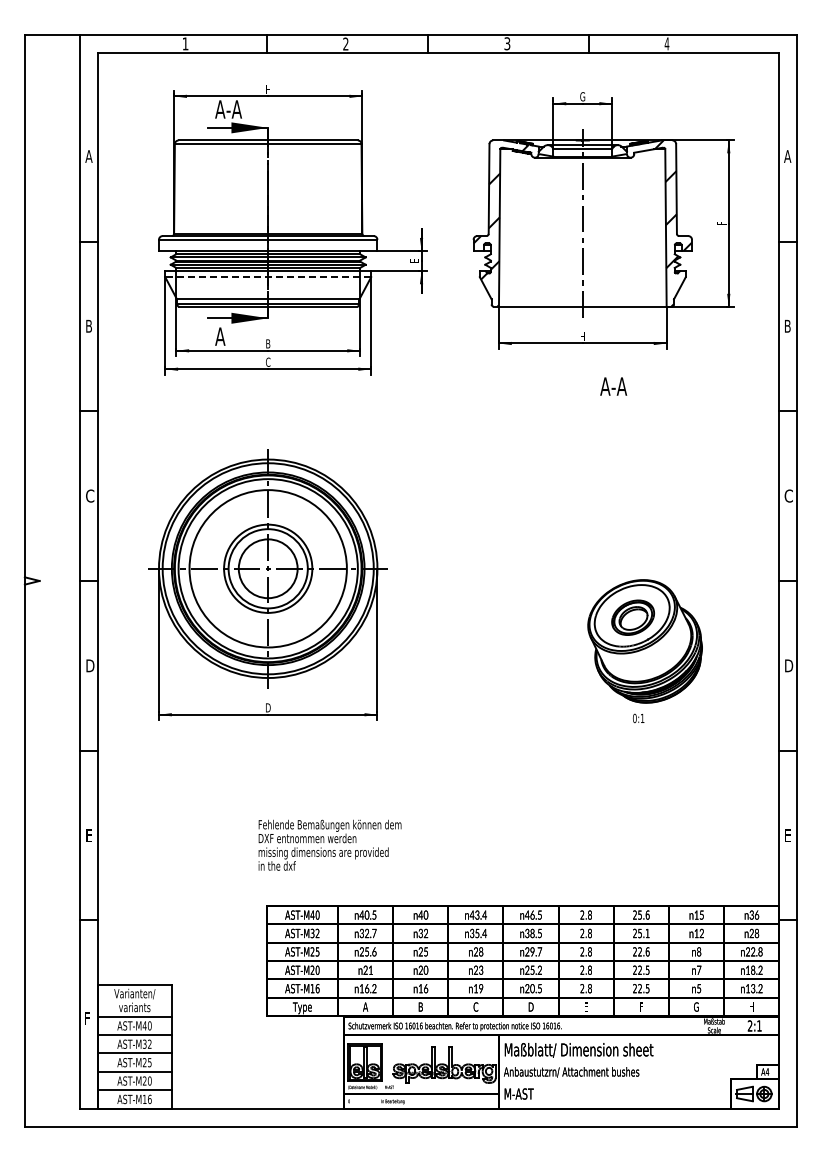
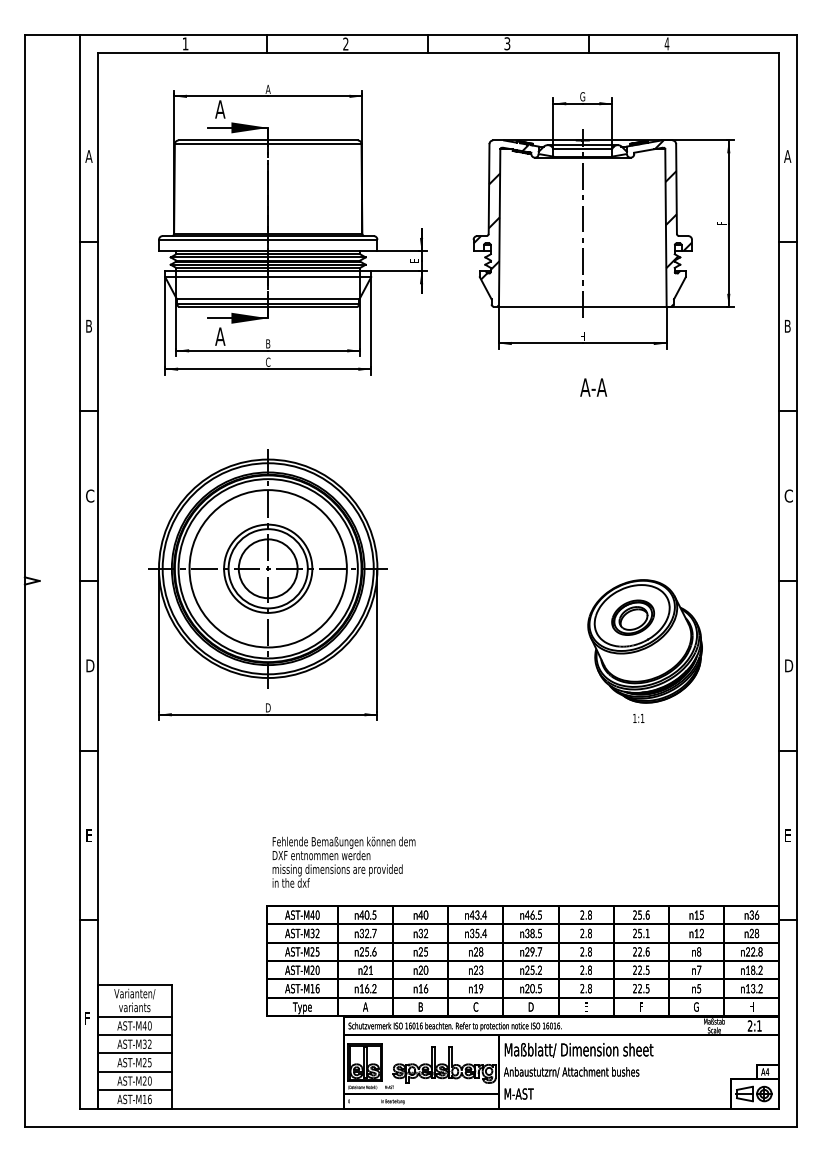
text at (267, 88): H -> A
text at (234, 109): A-A -> A
line at (268, 277): dashed -> solid
text at (613, 386) position: (613, 386) -> (593, 387)
text at (634, 717): 0:1 -> 1:1
text at (329, 844) position: (329, 844) -> (343, 861)
